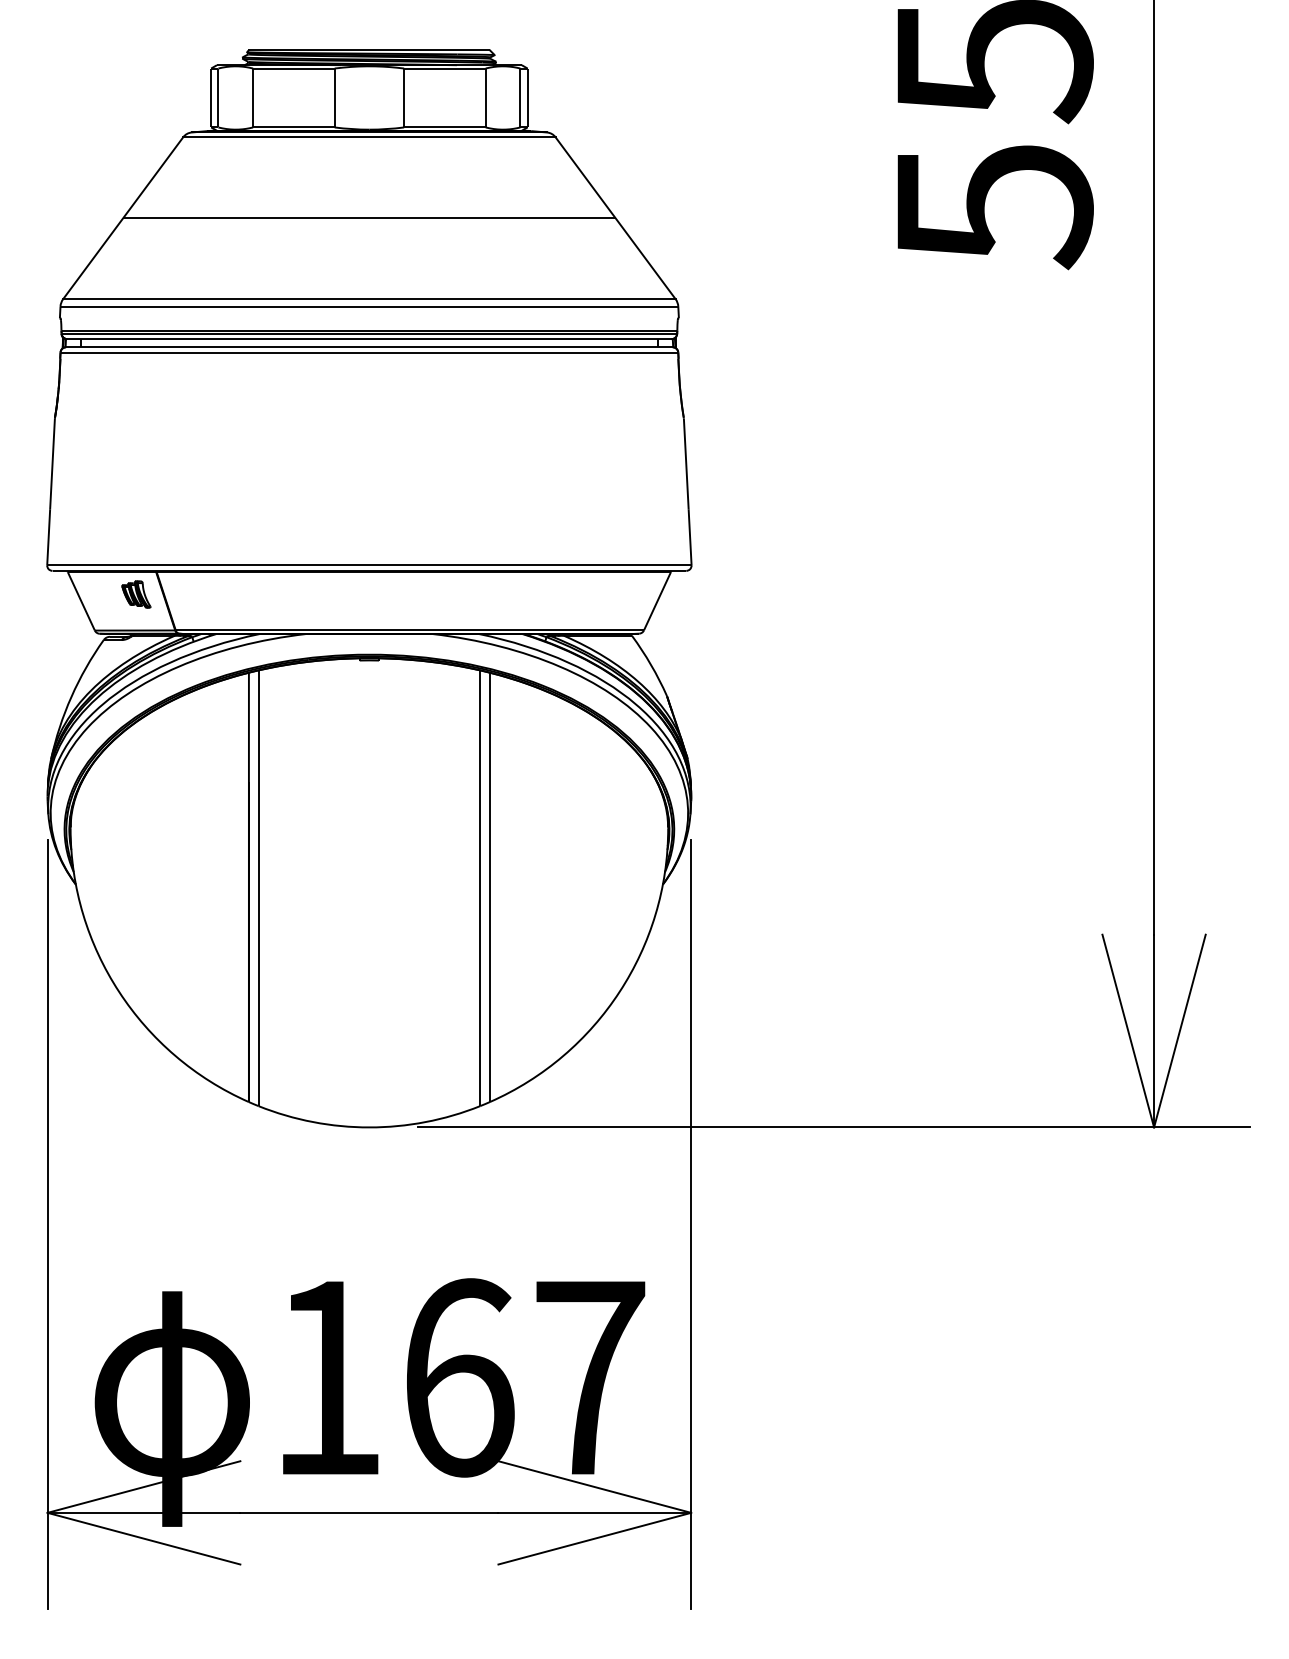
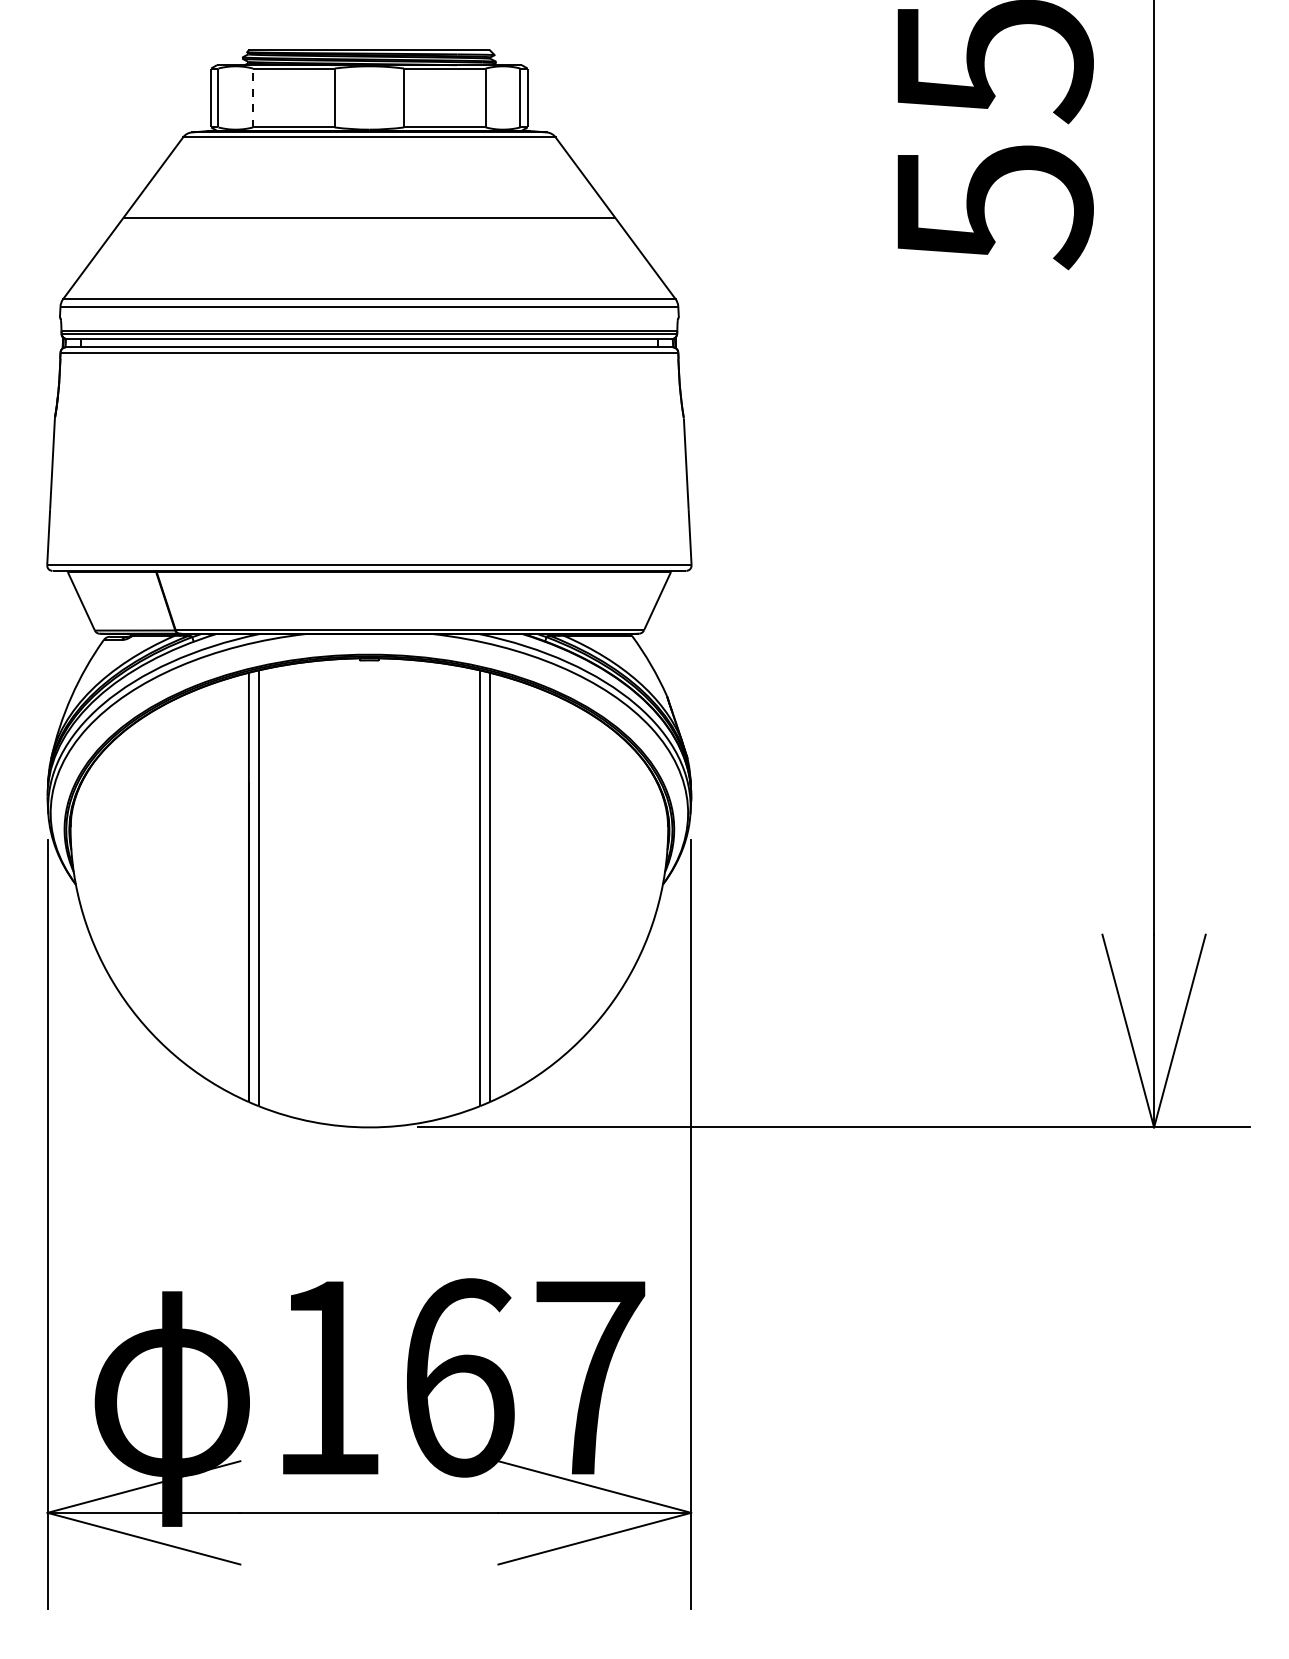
line at (253, 97): solid -> dashed
part at (136, 594): present -> none
